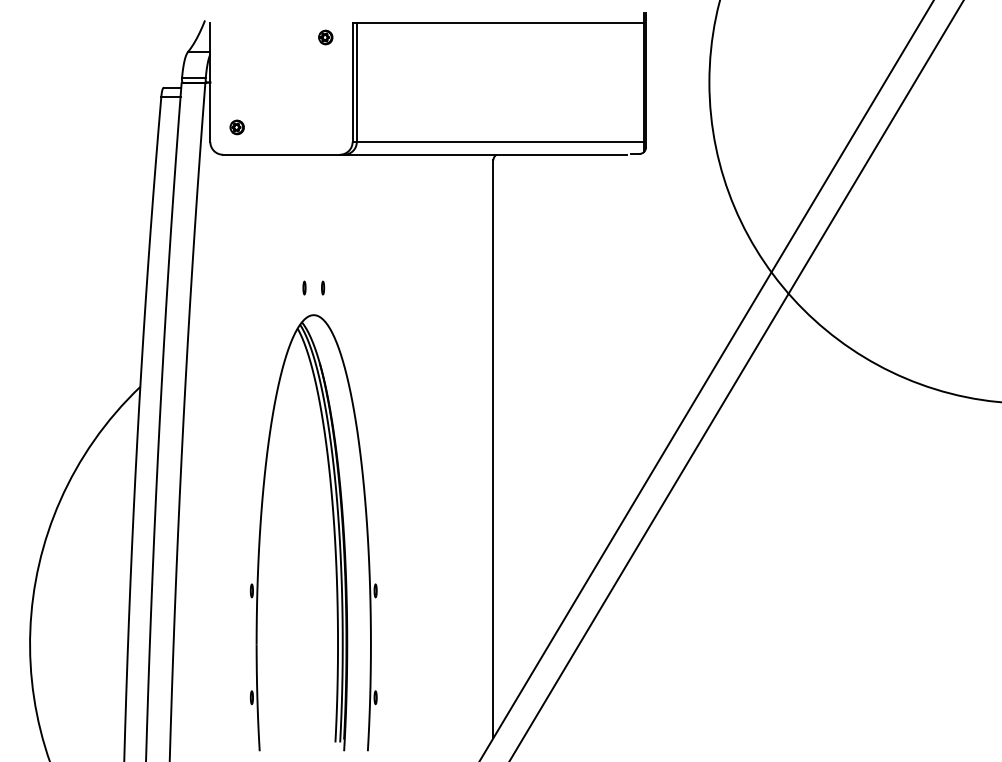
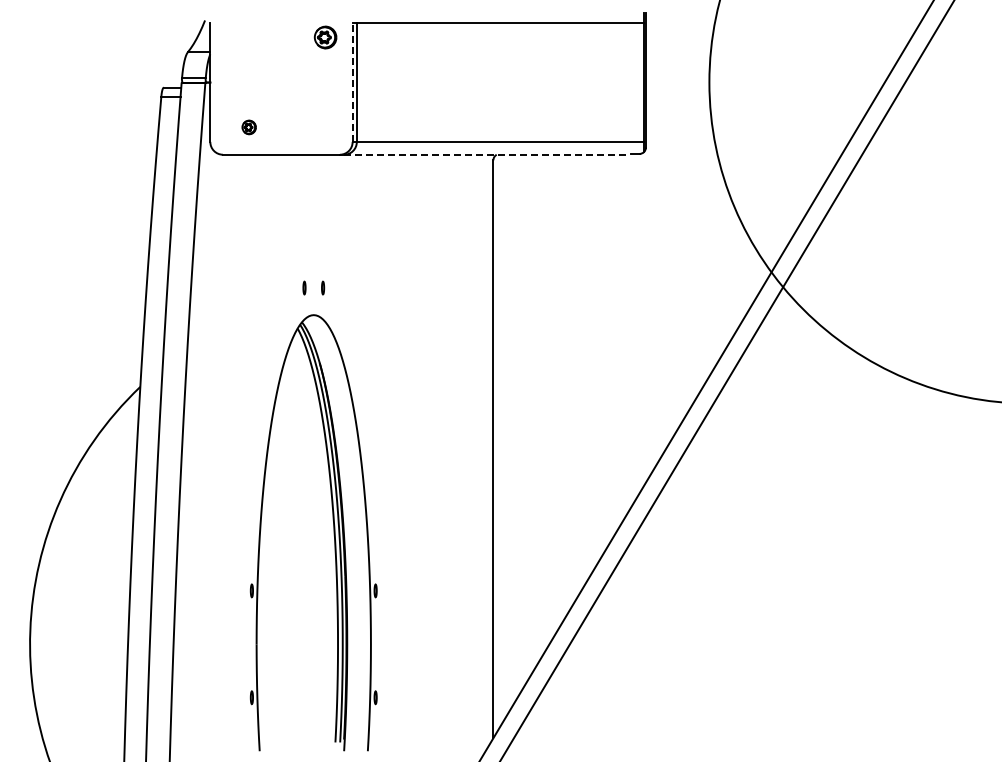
part at (325, 37) size: 16x17 px -> 25x25 px
line at (352, 81): solid -> dashed
part at (236, 127) position: (236, 127) -> (248, 127)
line at (486, 154): solid -> dashed
line at (736, 380) position: (736, 380) -> (727, 380)
